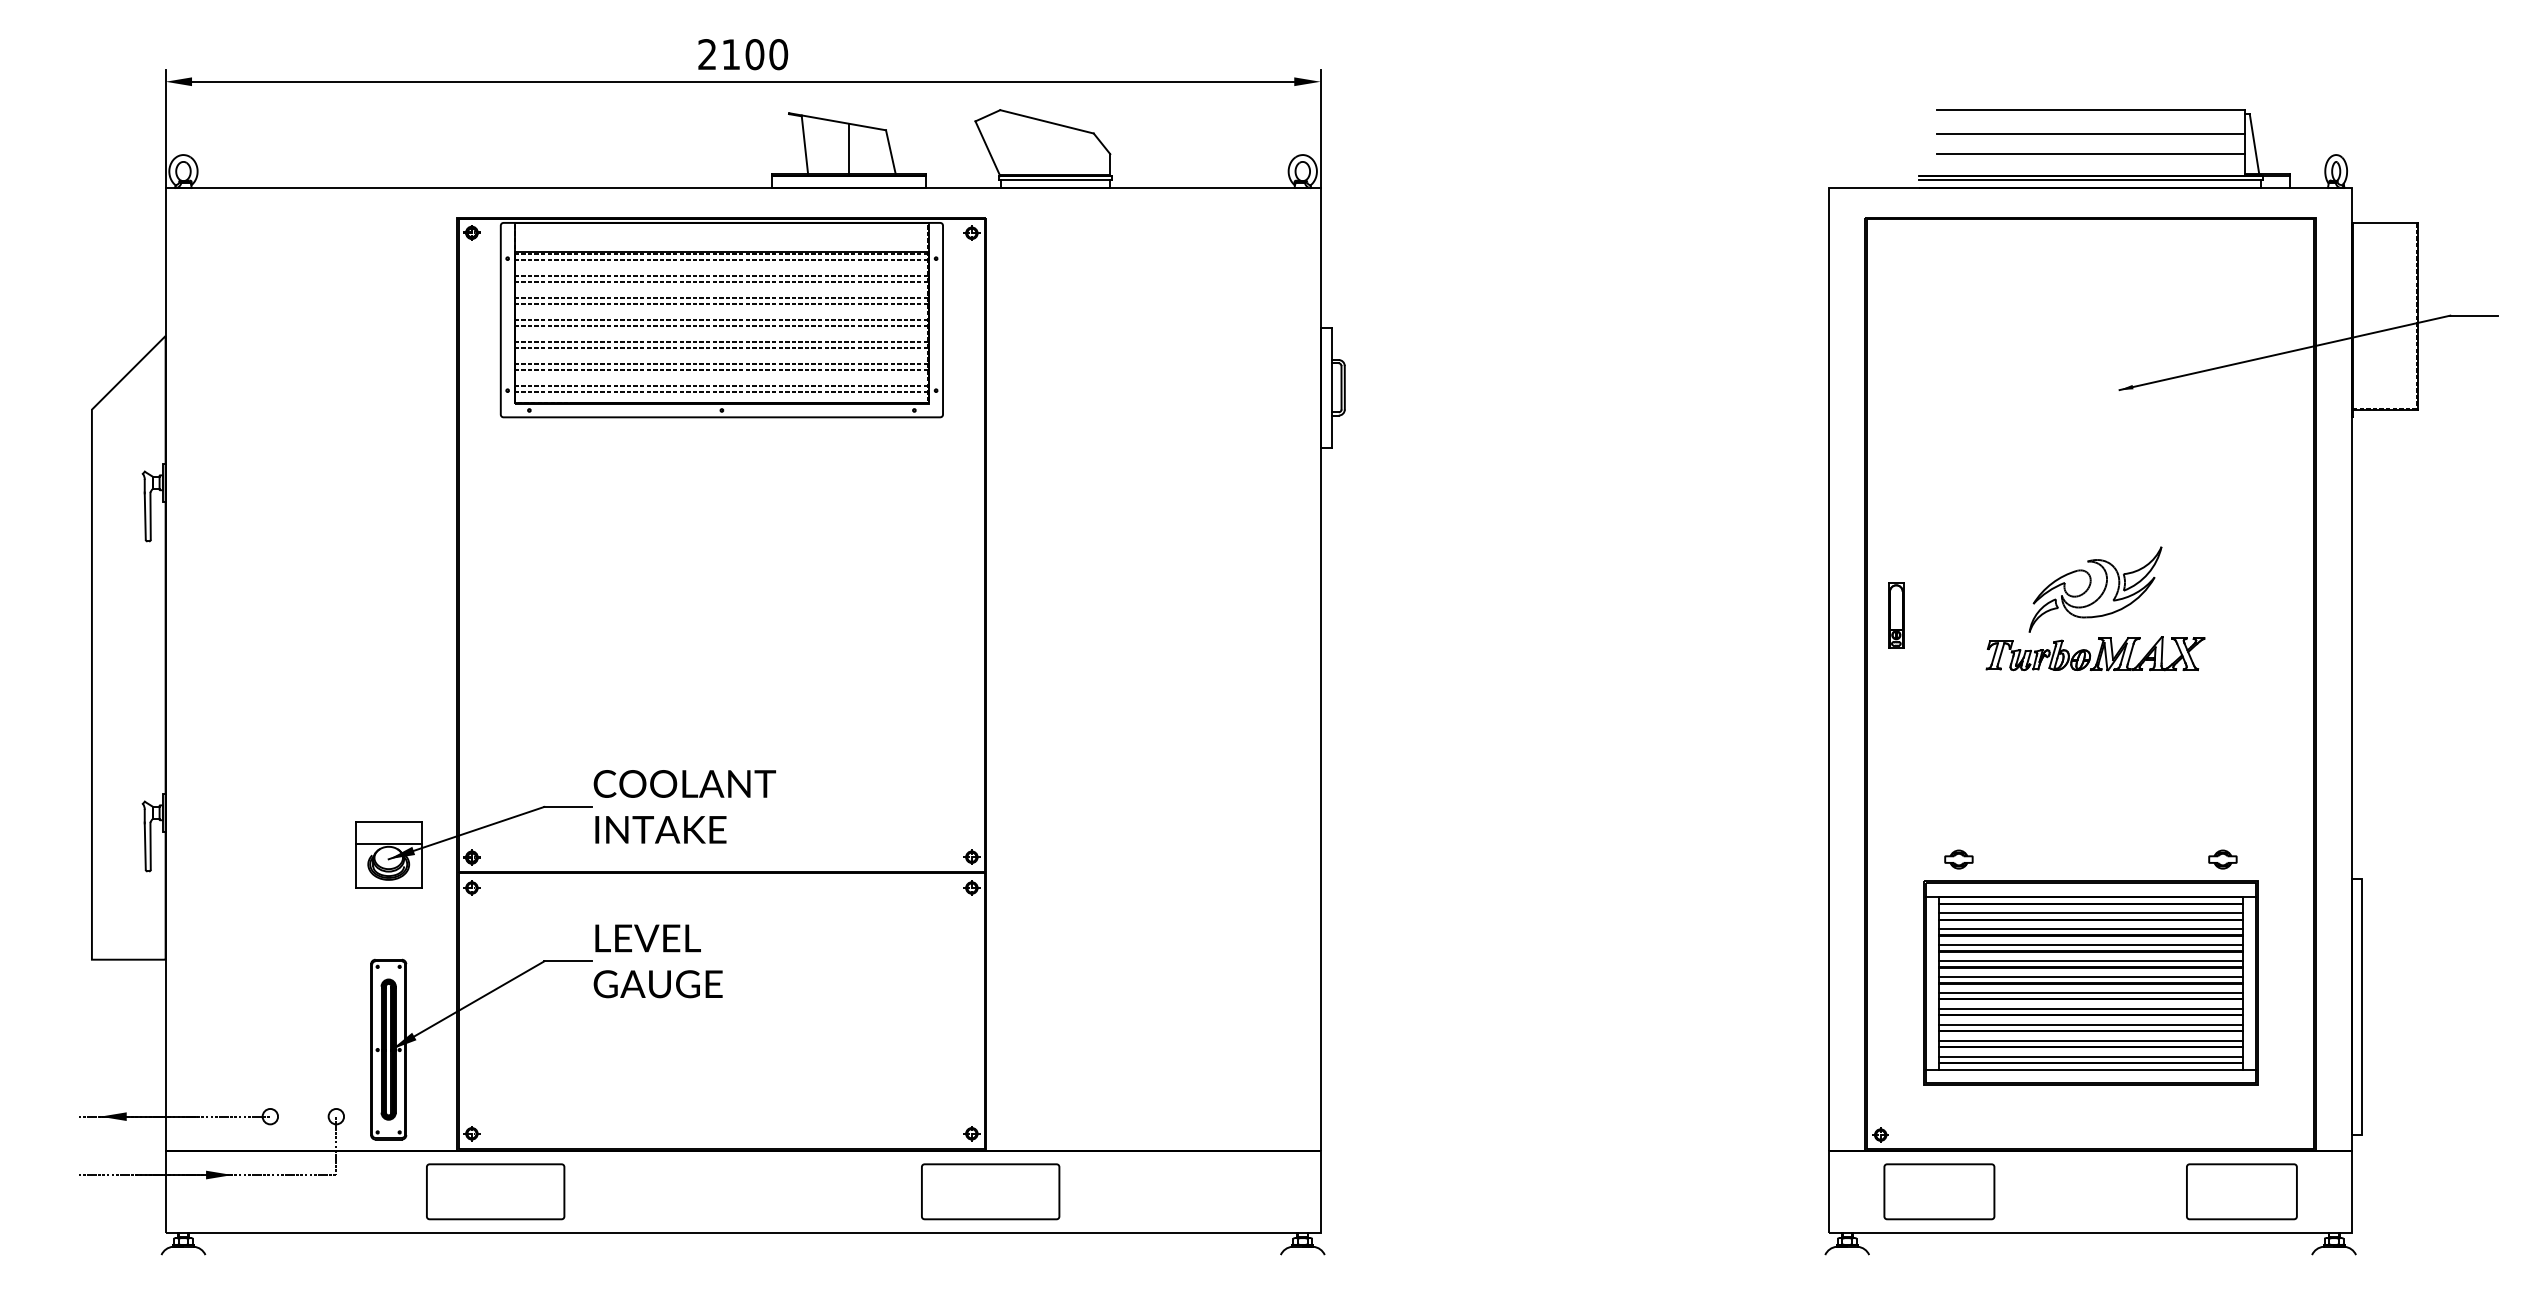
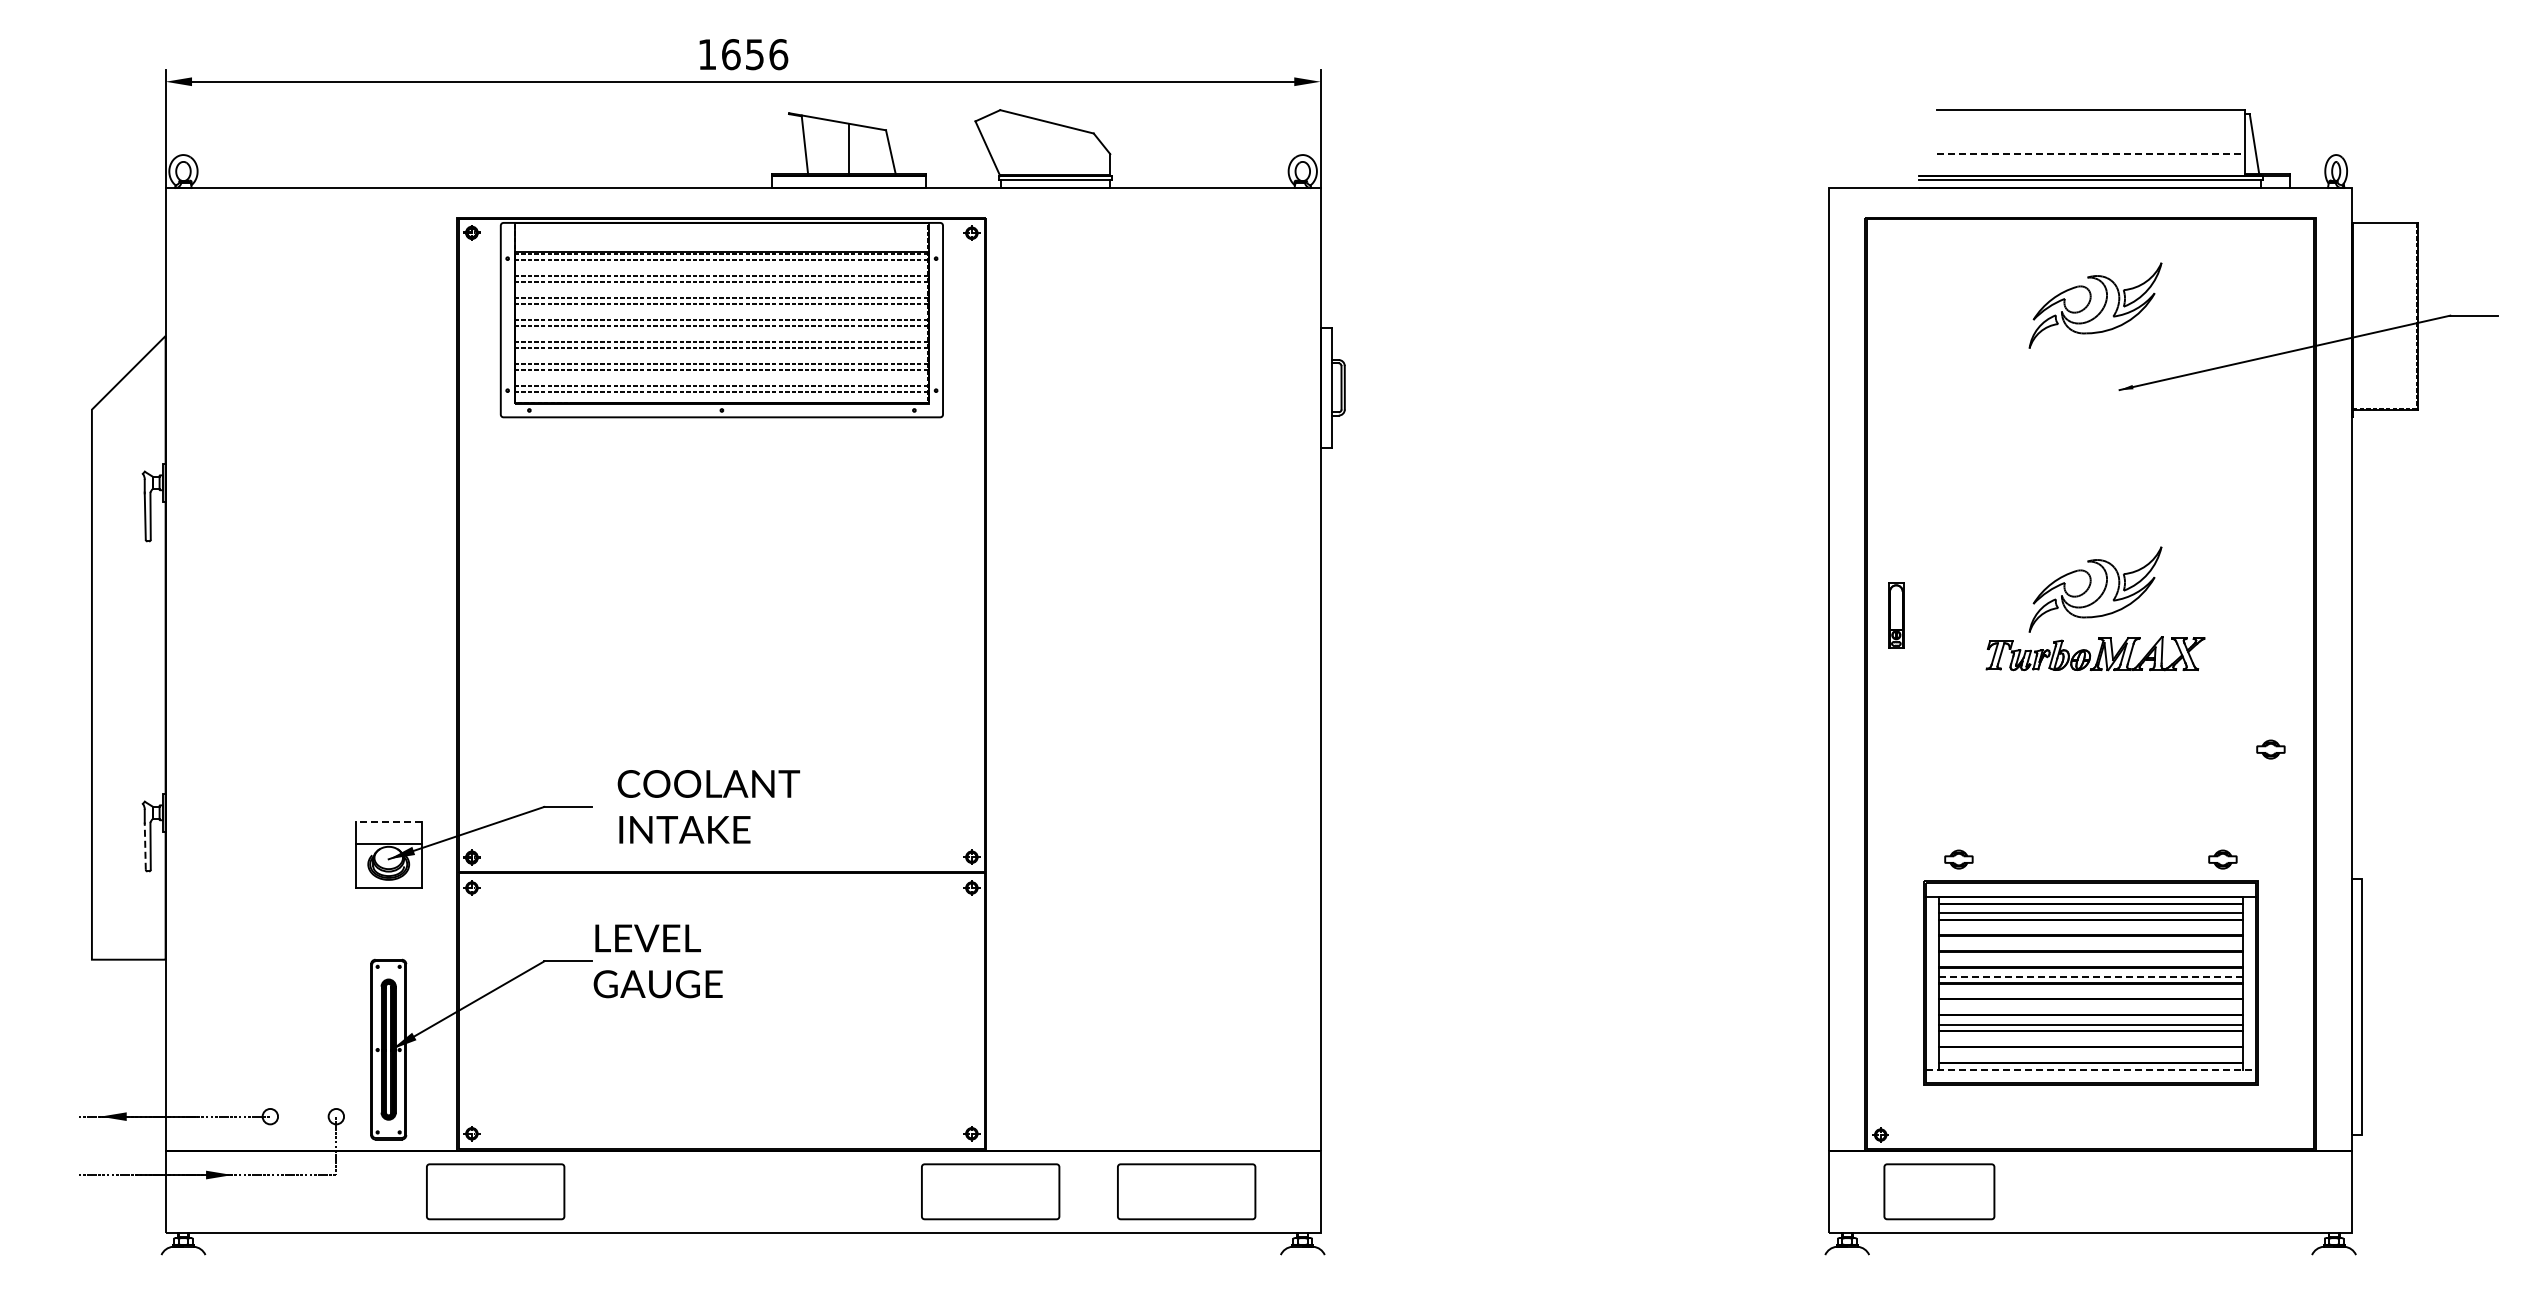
text at (743, 54): 2100 -> 1656
line at (2090, 133): present -> none
line at (2091, 154): solid -> dashed
part at (2095, 305): none -> present
part at (2270, 749): none -> present
text at (684, 806) position: (684, 806) -> (708, 806)
line at (388, 822): solid -> dashed
line at (145, 846): solid -> dashed
line at (2090, 929): present -> none
line at (2090, 945): present -> none
line at (2090, 960): present -> none
line at (2091, 976): solid -> dashed
line at (2090, 992): present -> none
line at (2090, 1008): present -> none
line at (2090, 1040): present -> none
line at (2090, 1056): present -> none
line at (2091, 1069): solid -> dashed
part at (1186, 1191): none -> present
part at (2241, 1191): present -> none
